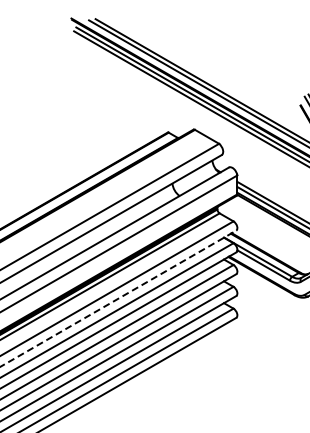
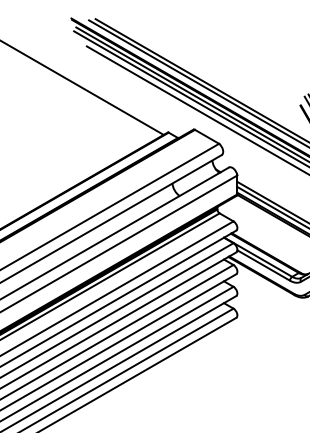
line at (82, 87): none -> present
line at (196, 109): none -> present
line at (118, 298): dashed -> solid
